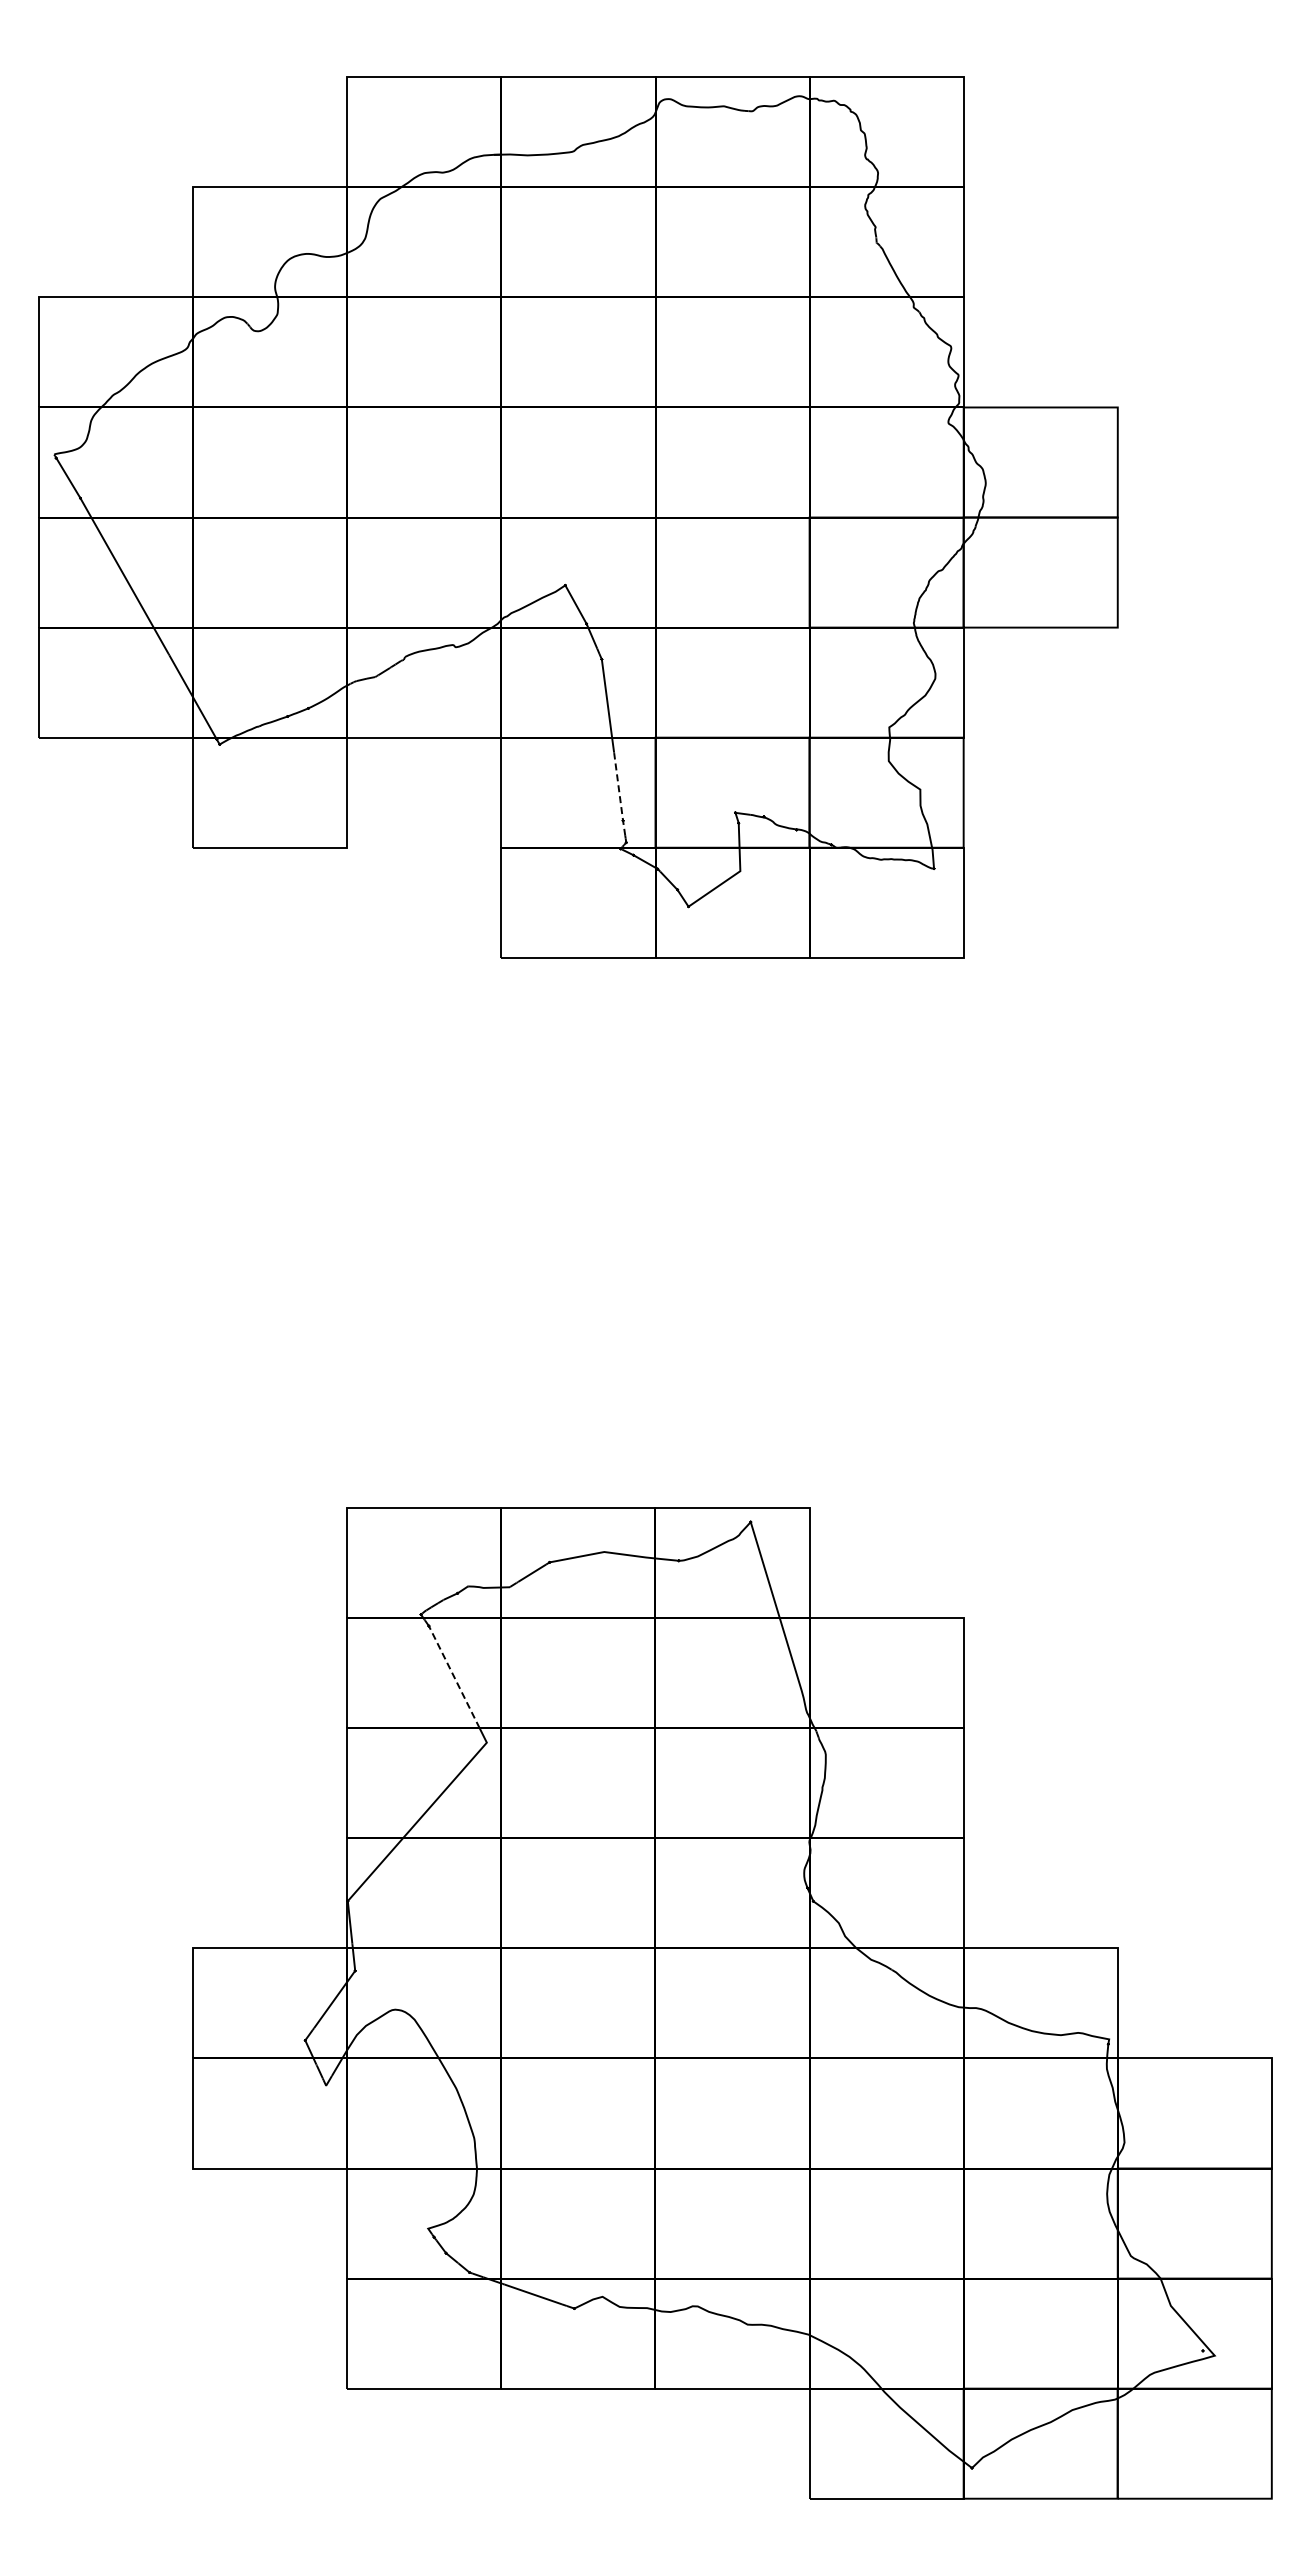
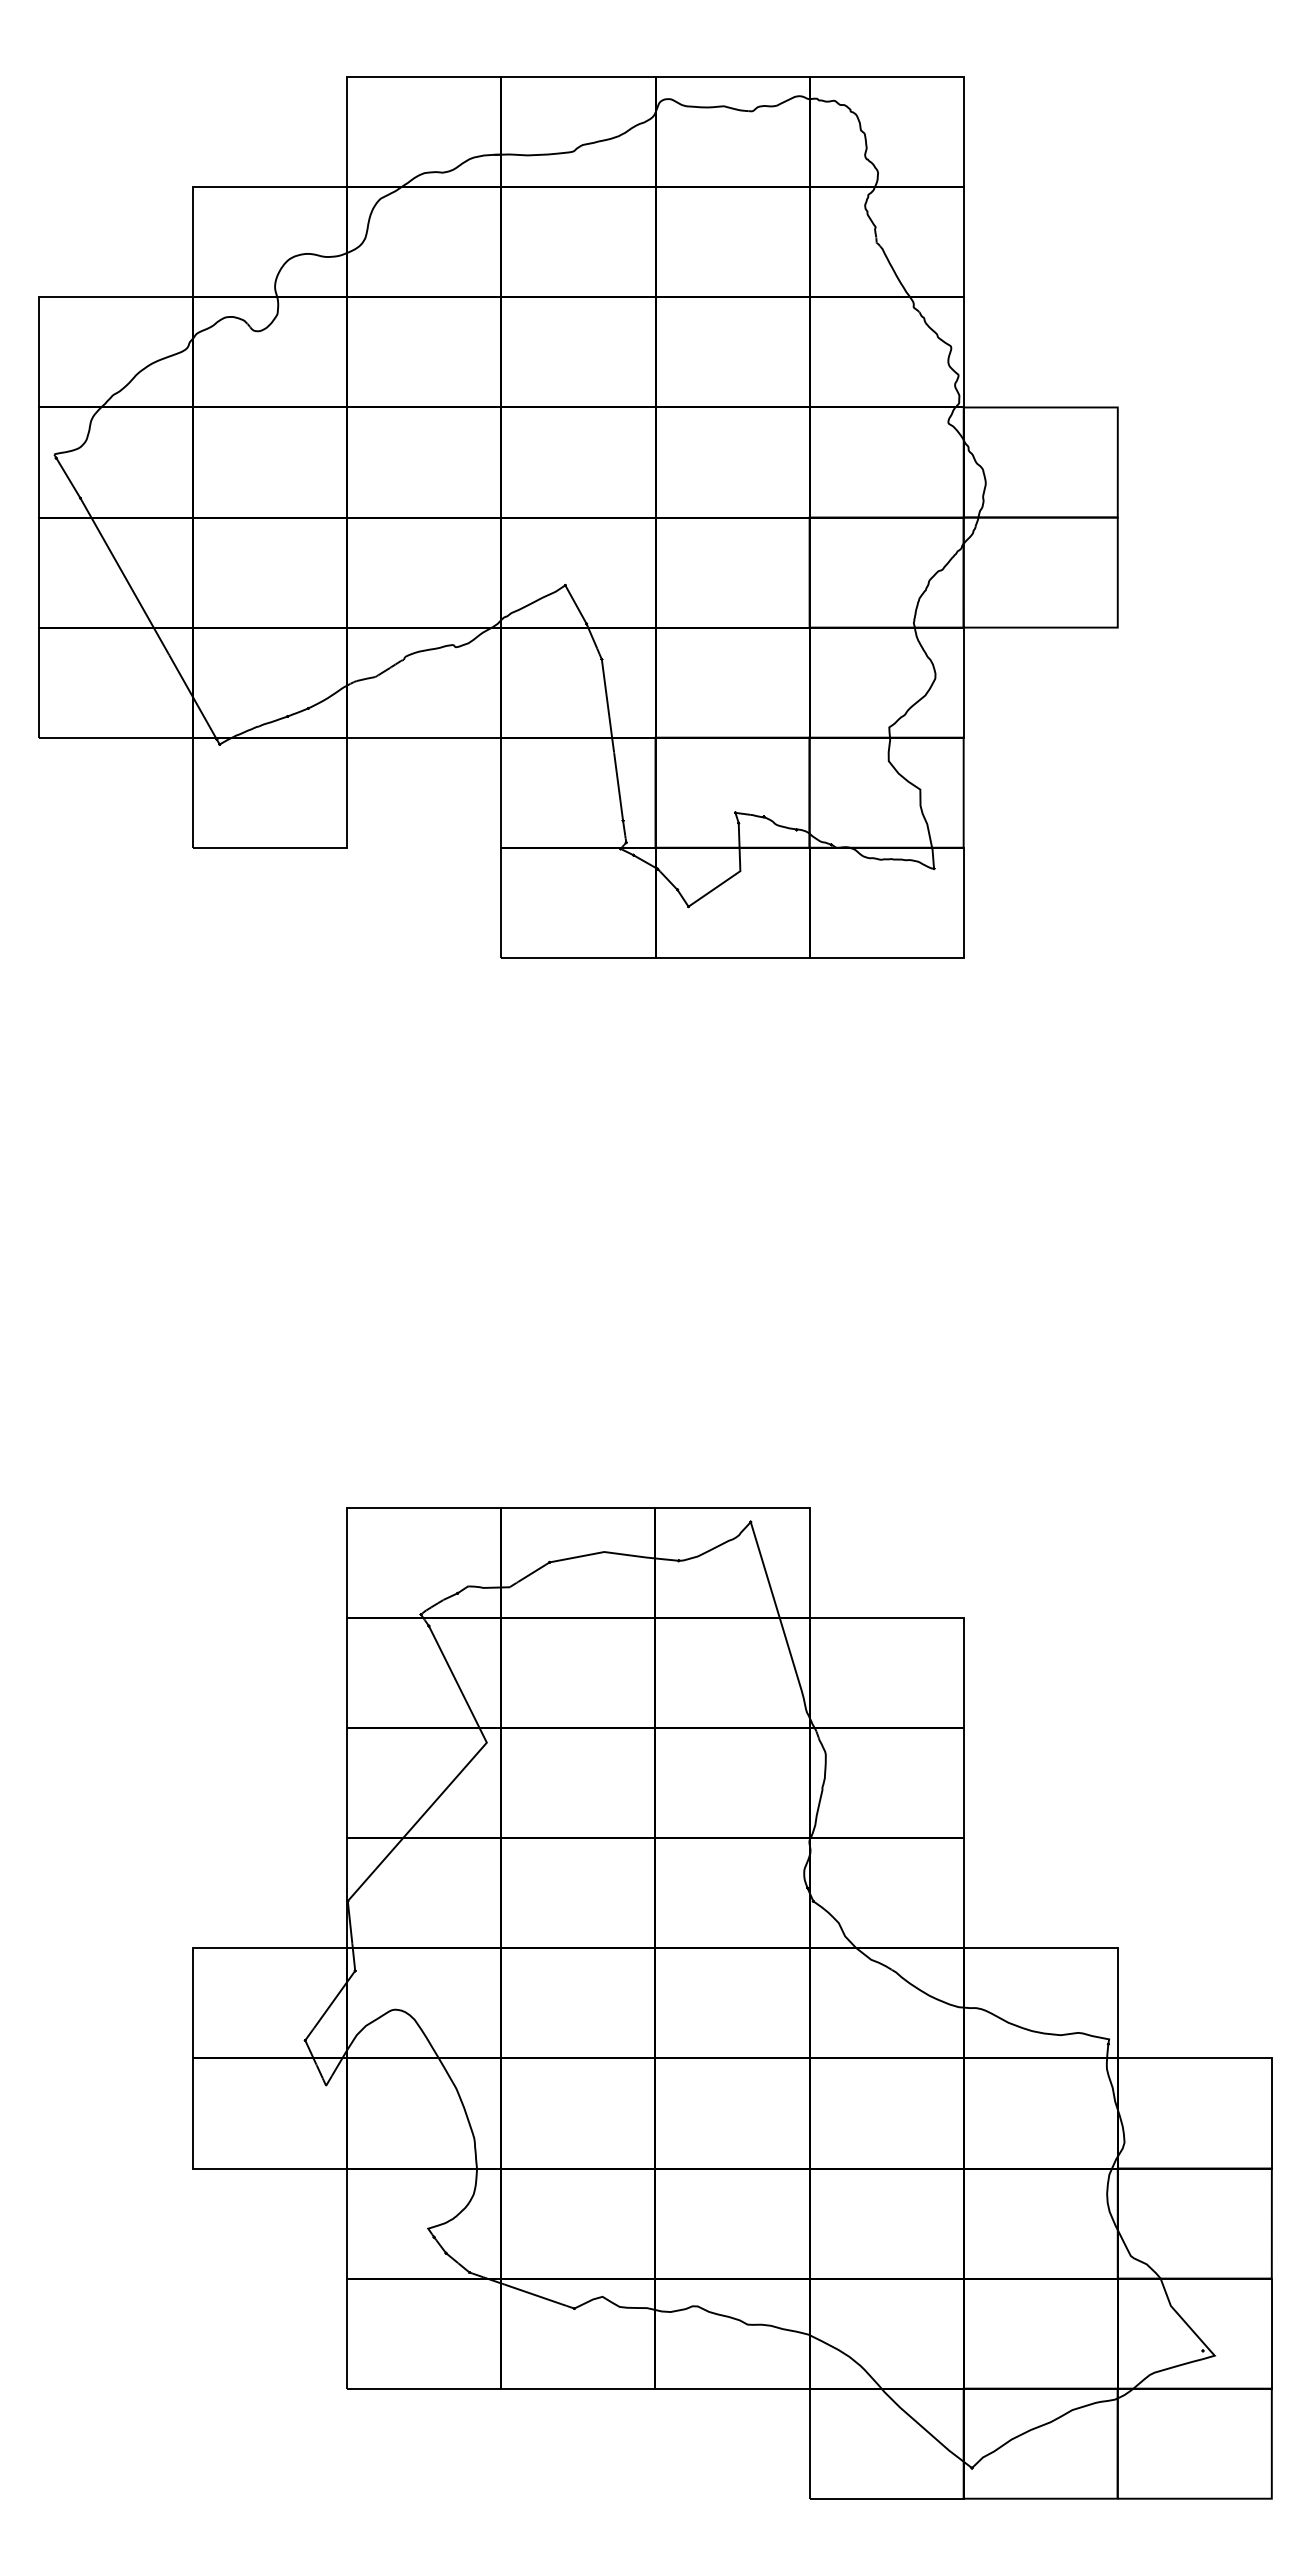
line at (619, 795): dashed -> solid
line at (454, 1676): dashed -> solid
